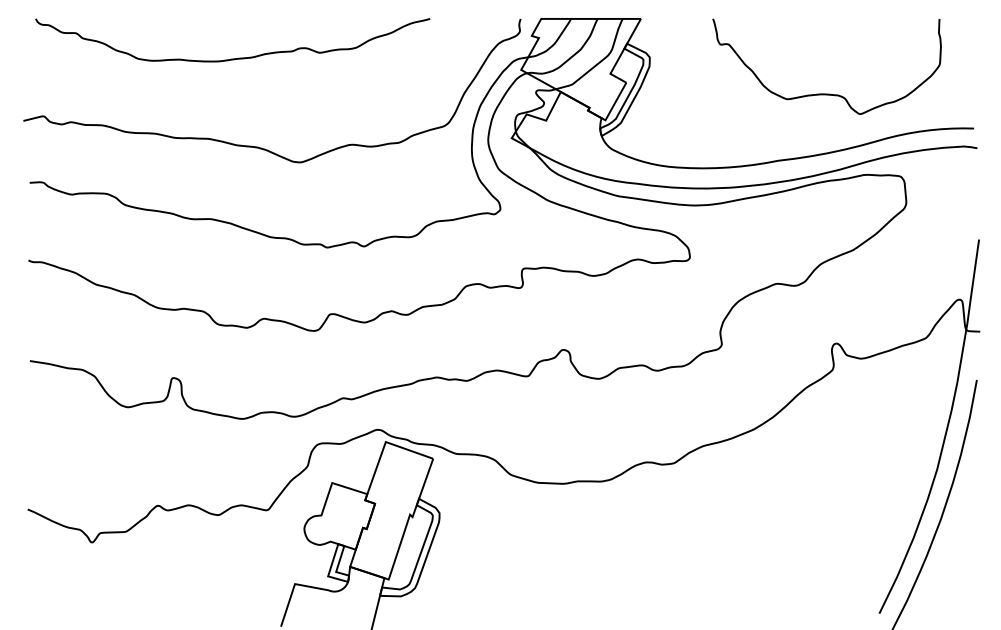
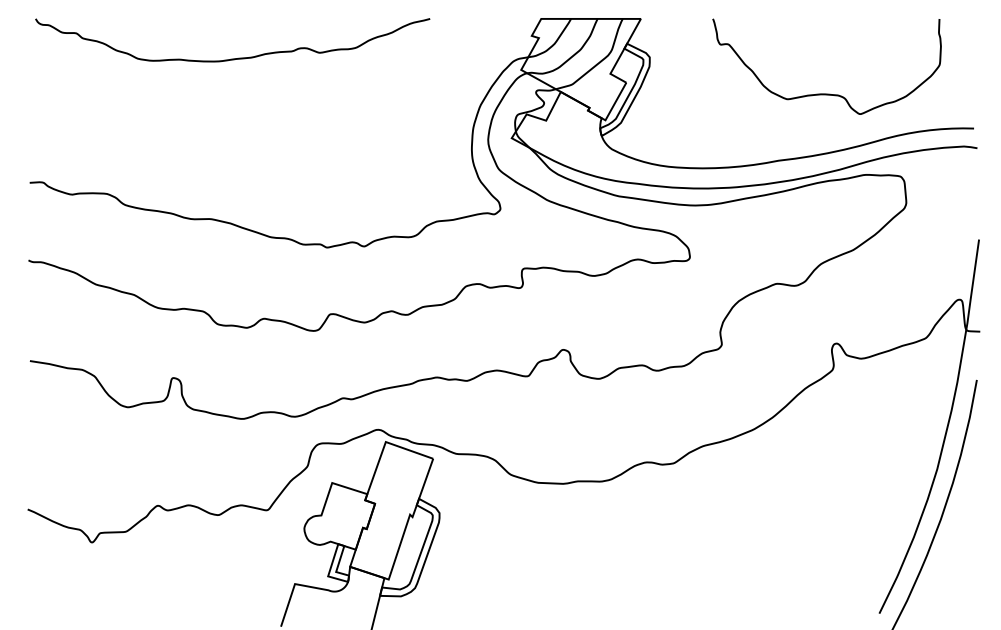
curve at (258, 146): present -> none
